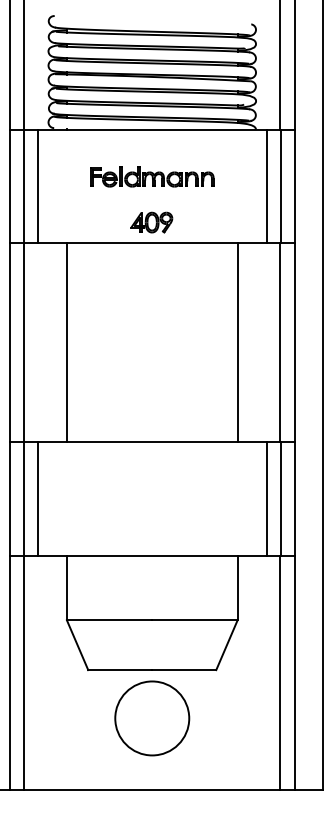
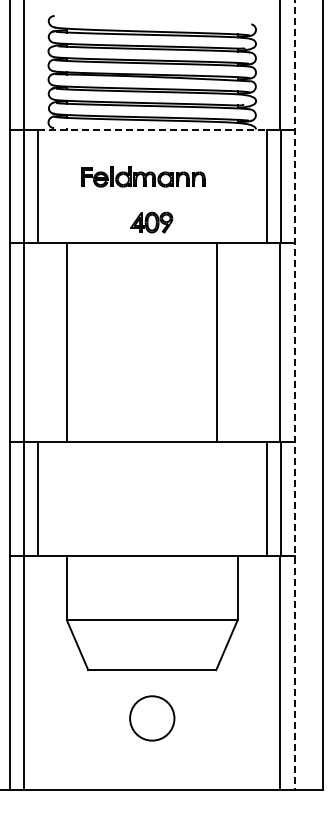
line at (152, 129): solid -> dashed
part at (152, 176) position: (152, 176) -> (143, 176)
line at (237, 342) position: (237, 342) -> (216, 342)
line at (294, 395): solid -> dashed
circle at (152, 718) diameter: 74 px -> 44 px
